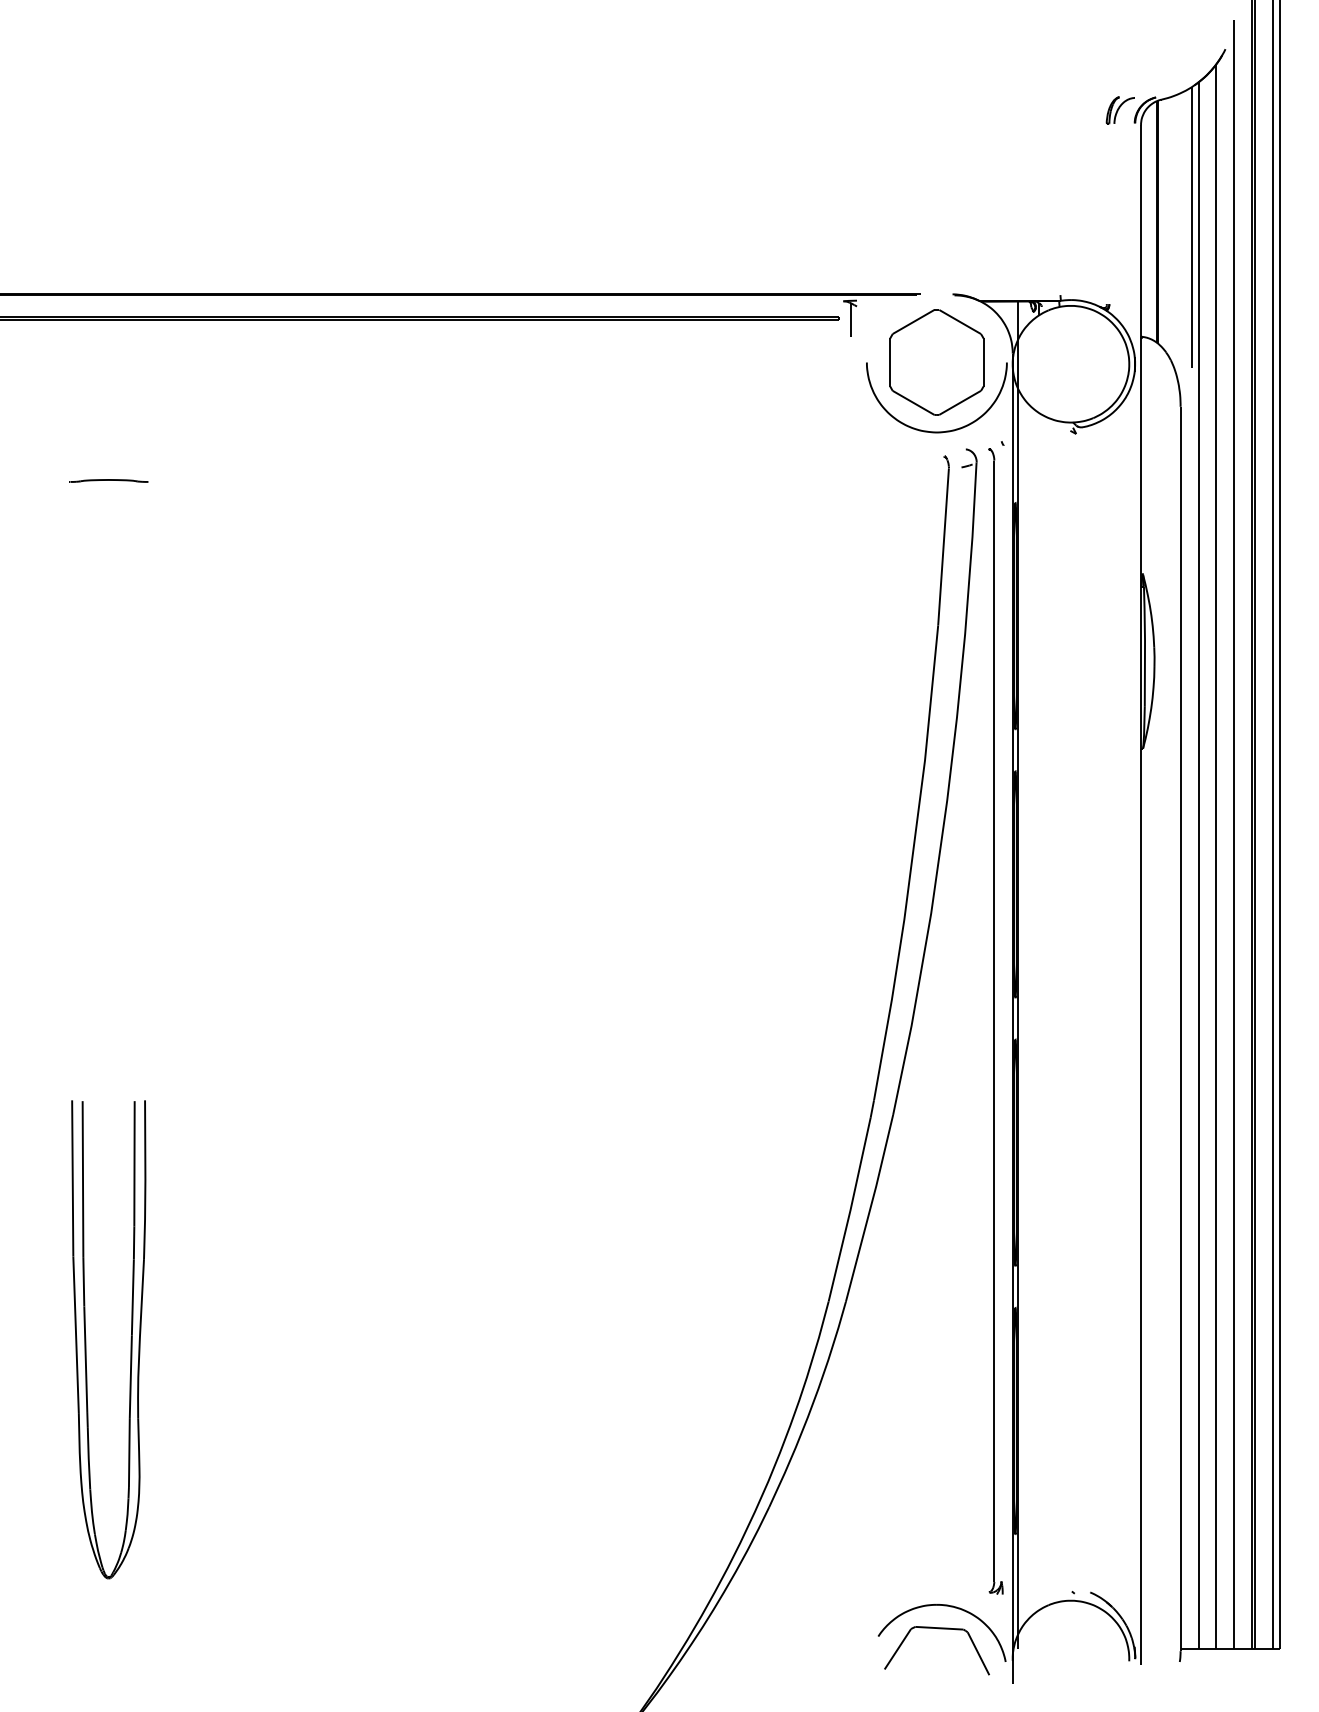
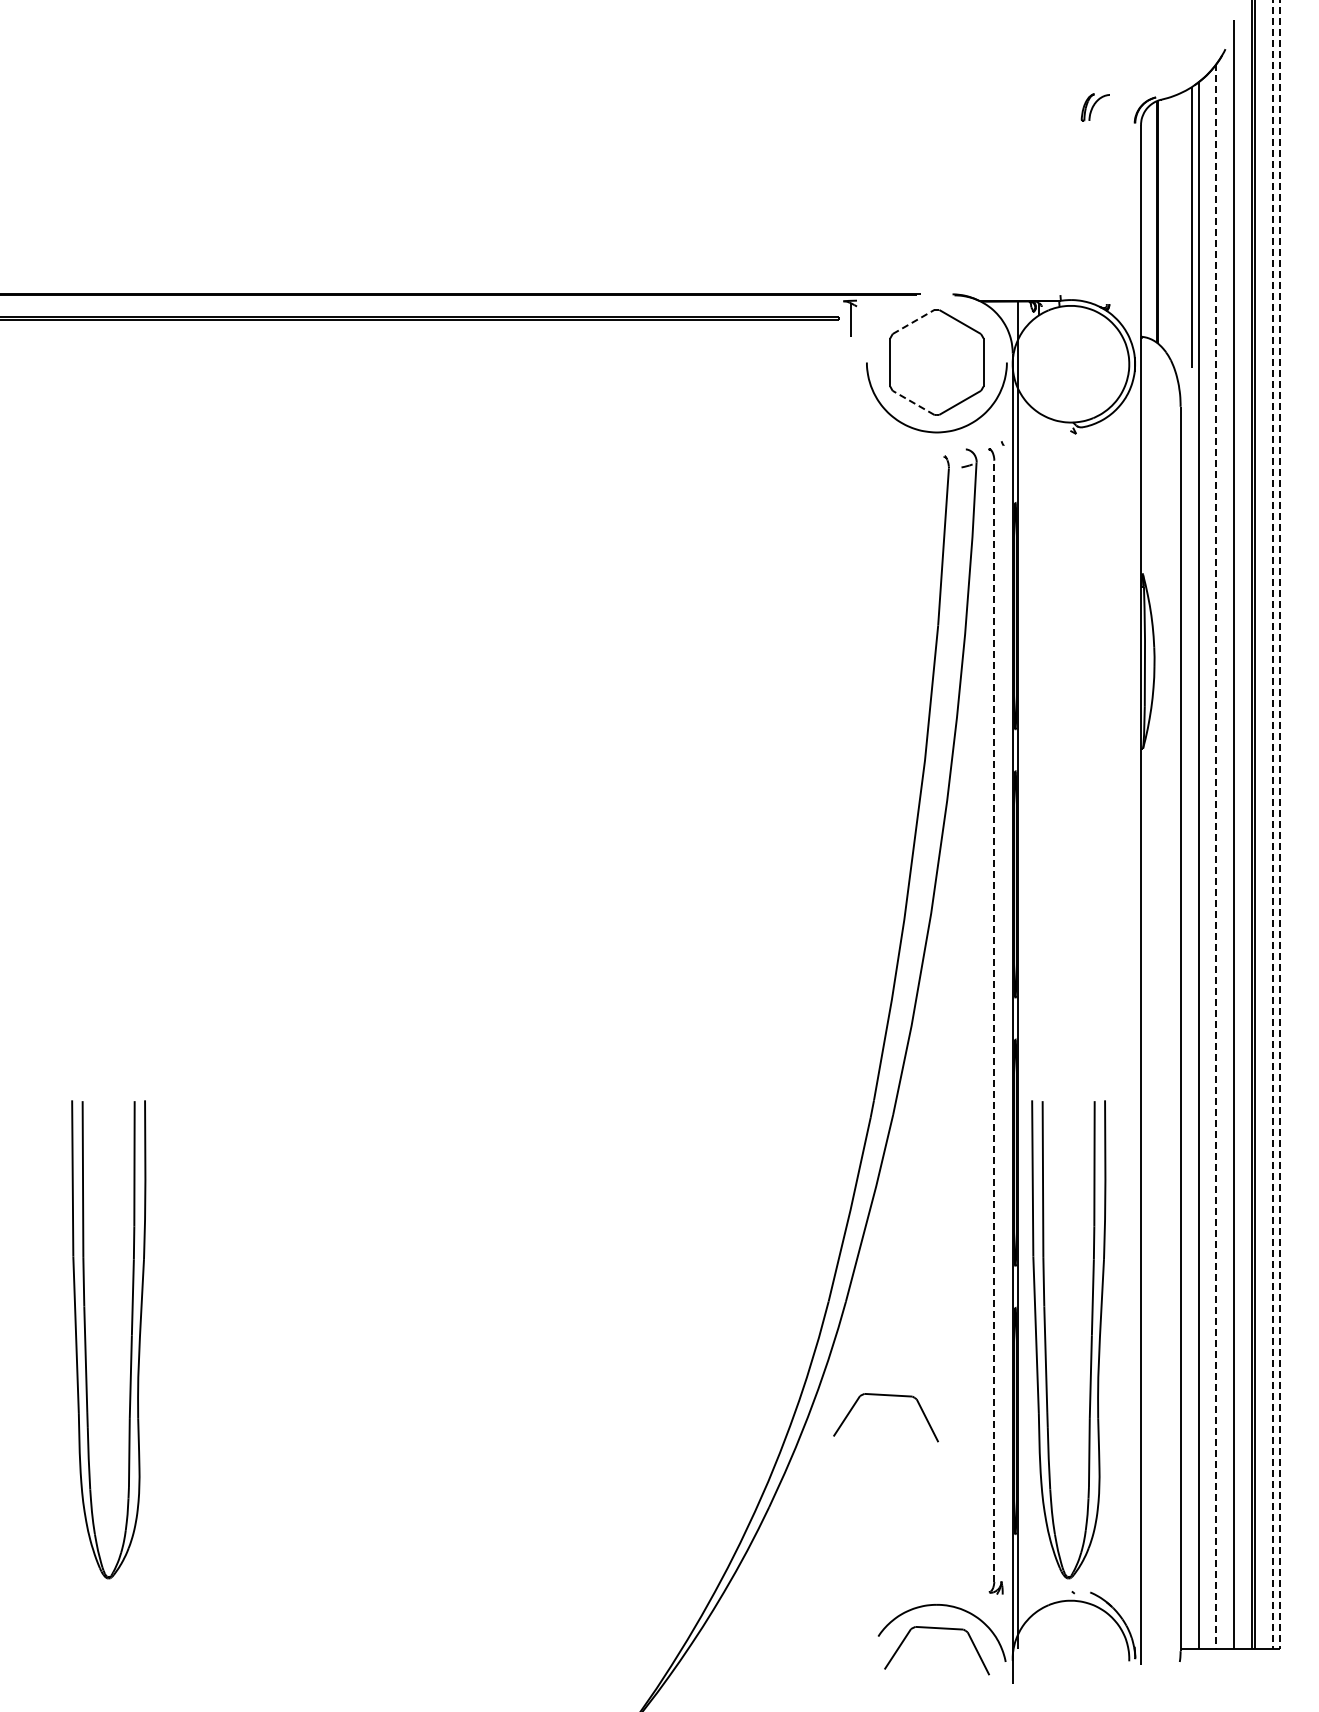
part at (1119, 110) position: (1119, 110) -> (1094, 107)
line at (913, 321): solid -> dashed
line at (913, 402): solid -> dashed
line at (108, 480): present -> none
line at (1272, 824): solid -> dashed
line at (1279, 824): solid -> dashed
line at (1216, 857): solid -> dashed
line at (994, 1020): solid -> dashed
part at (1046, 1339): none -> present
part at (887, 1396): none -> present
